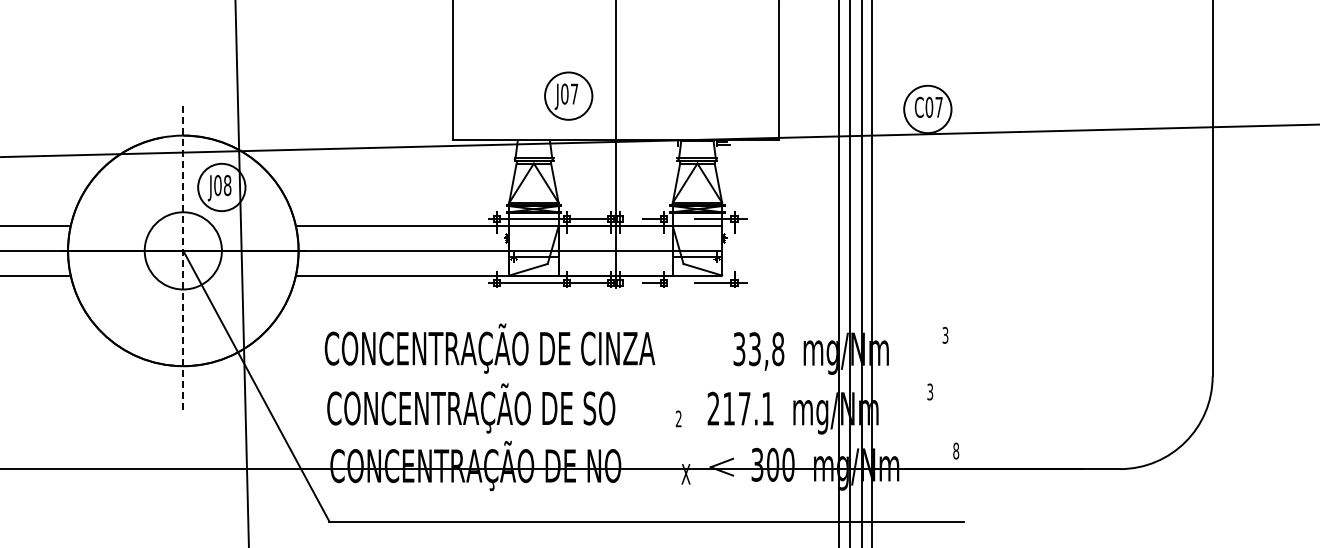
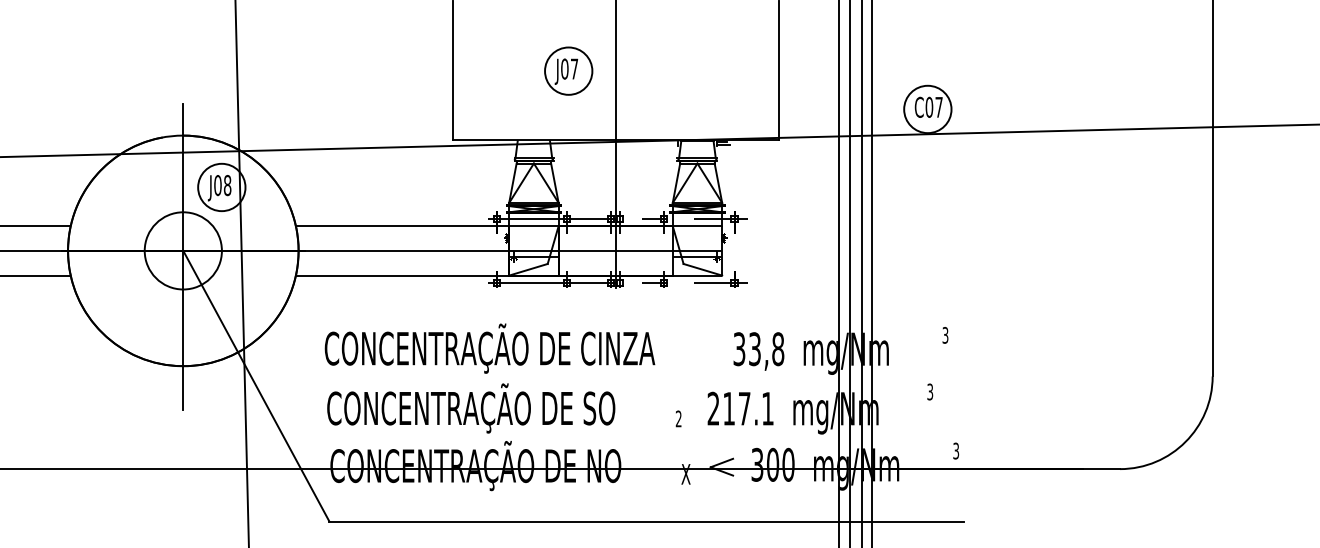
part at (568, 95) position: (568, 95) -> (568, 70)
line at (183, 256): dashed -> solid
text at (956, 450): 8 -> 3
